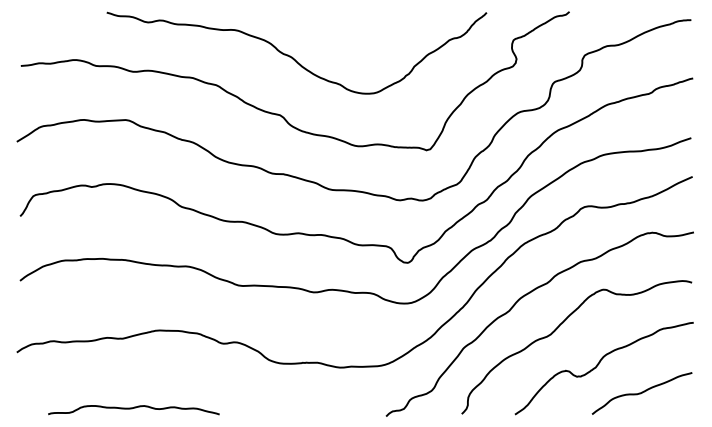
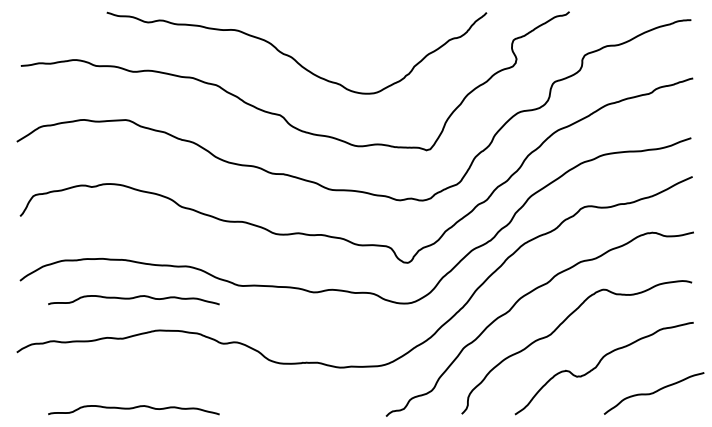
curve at (132, 299): none -> present
curve at (641, 393) position: (641, 393) -> (653, 393)
